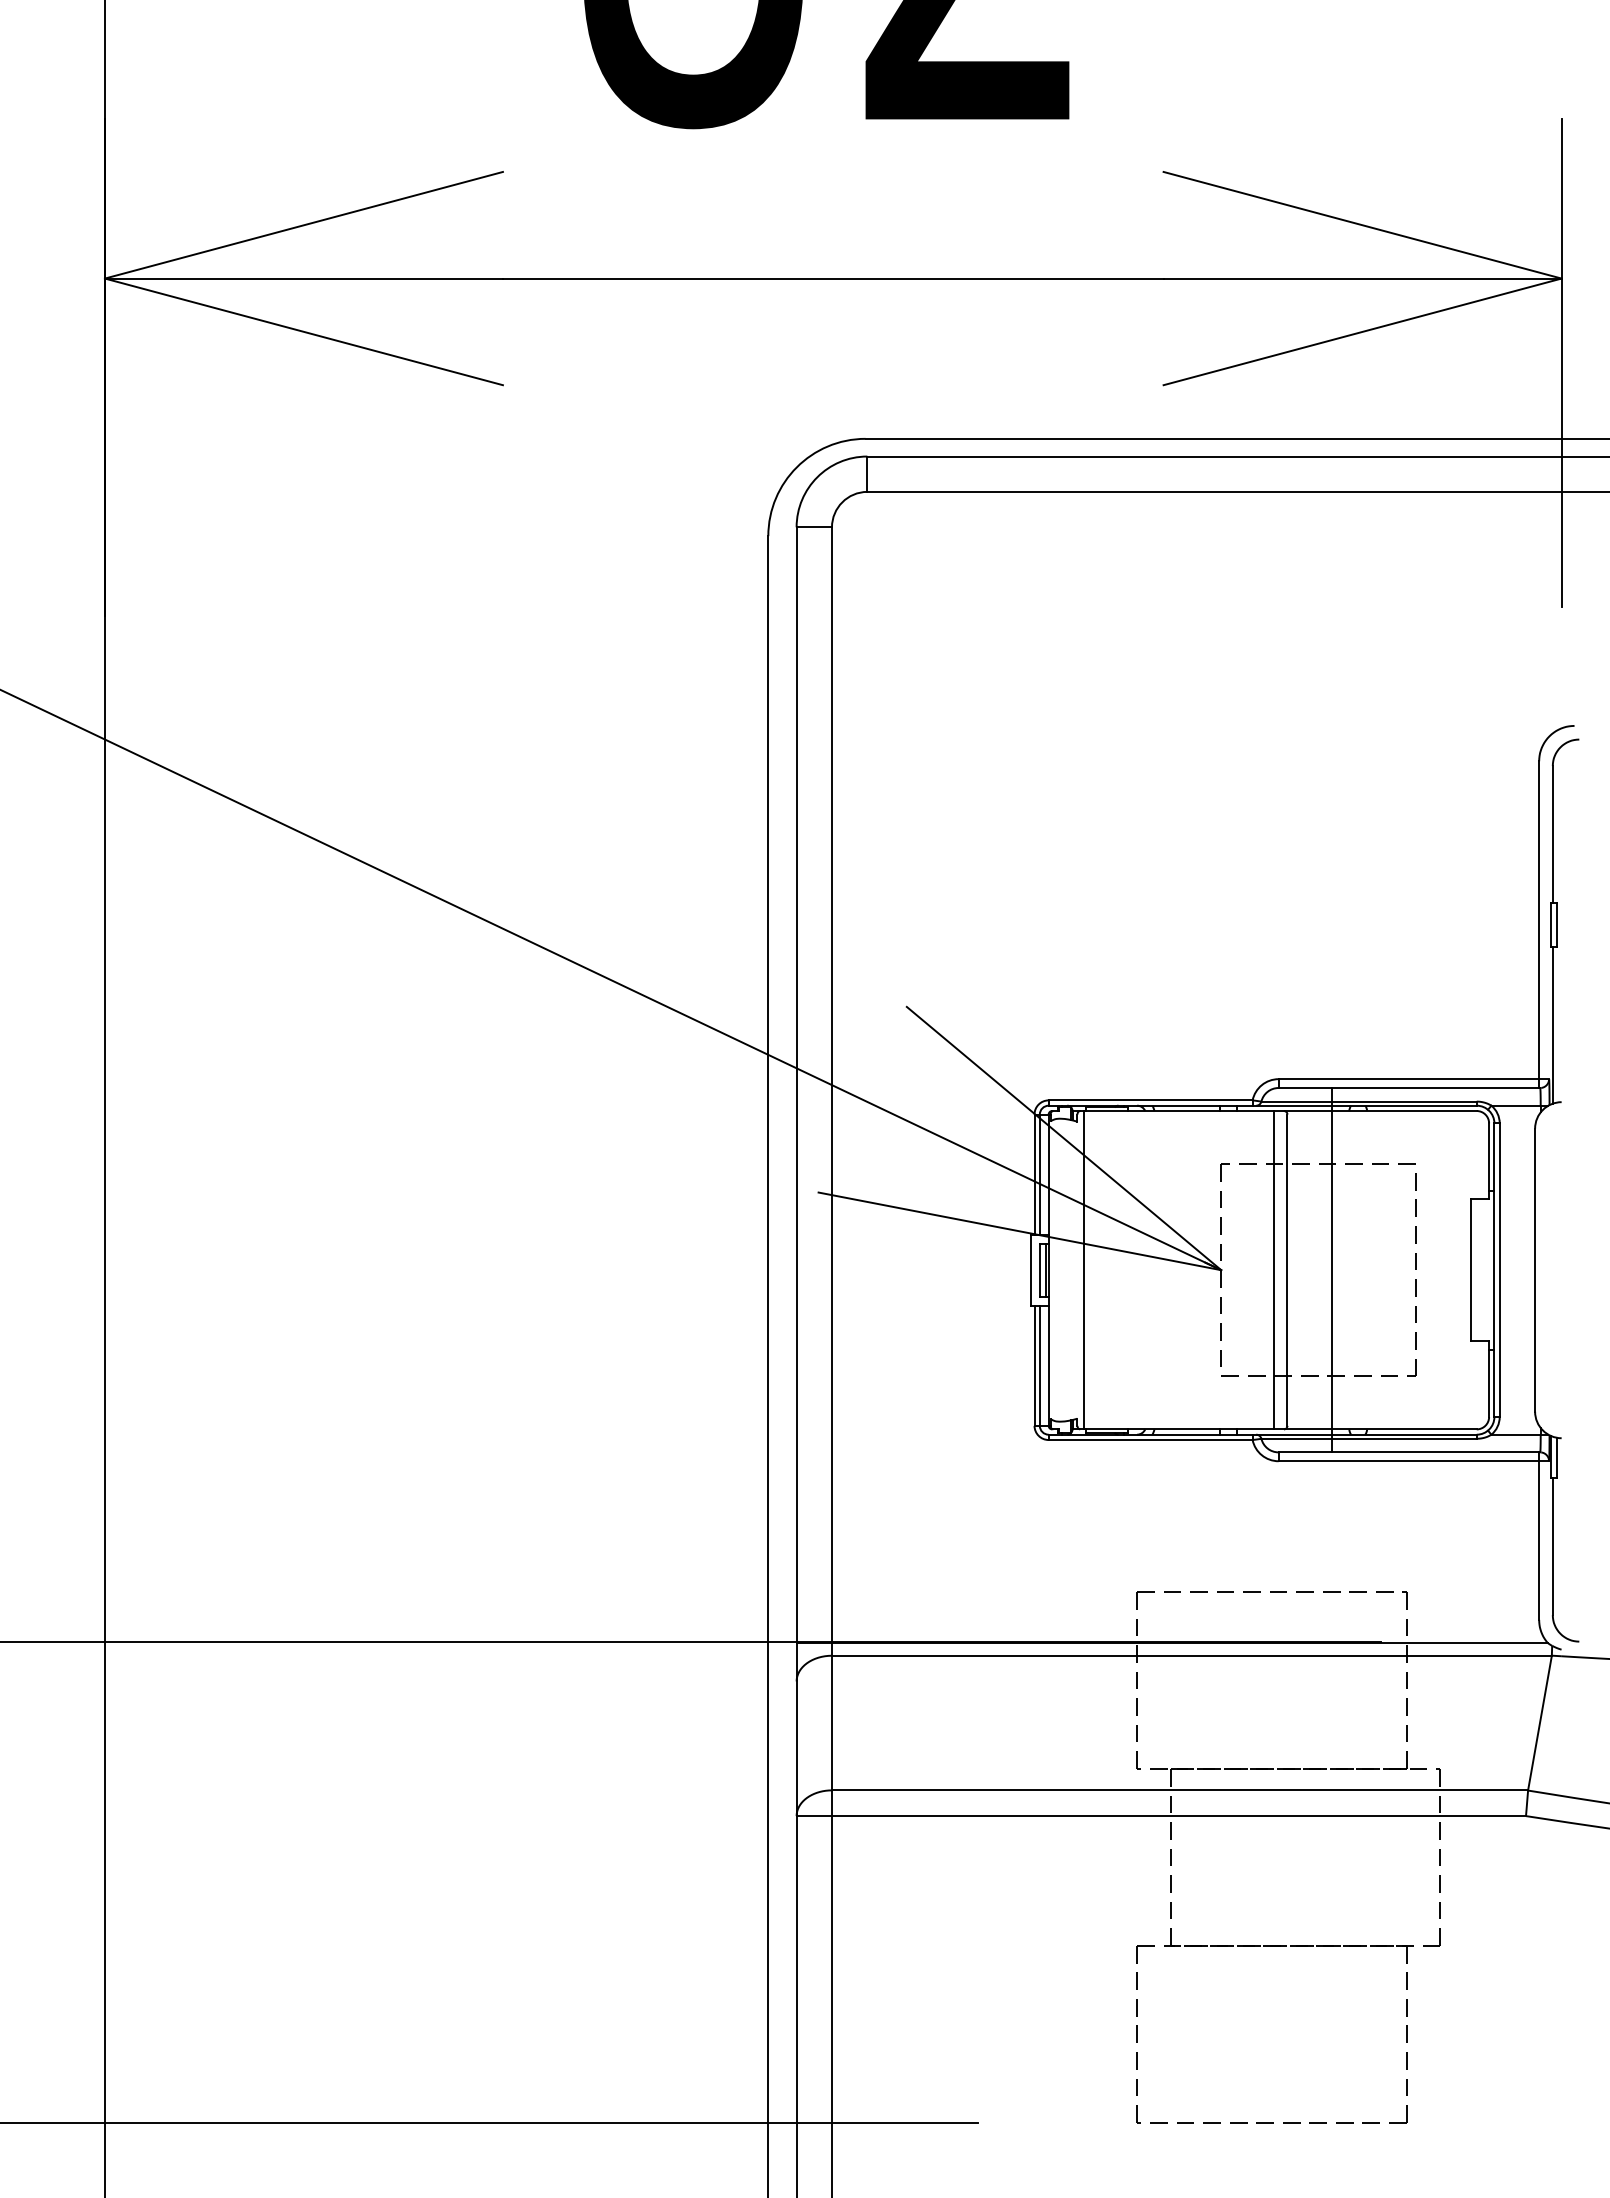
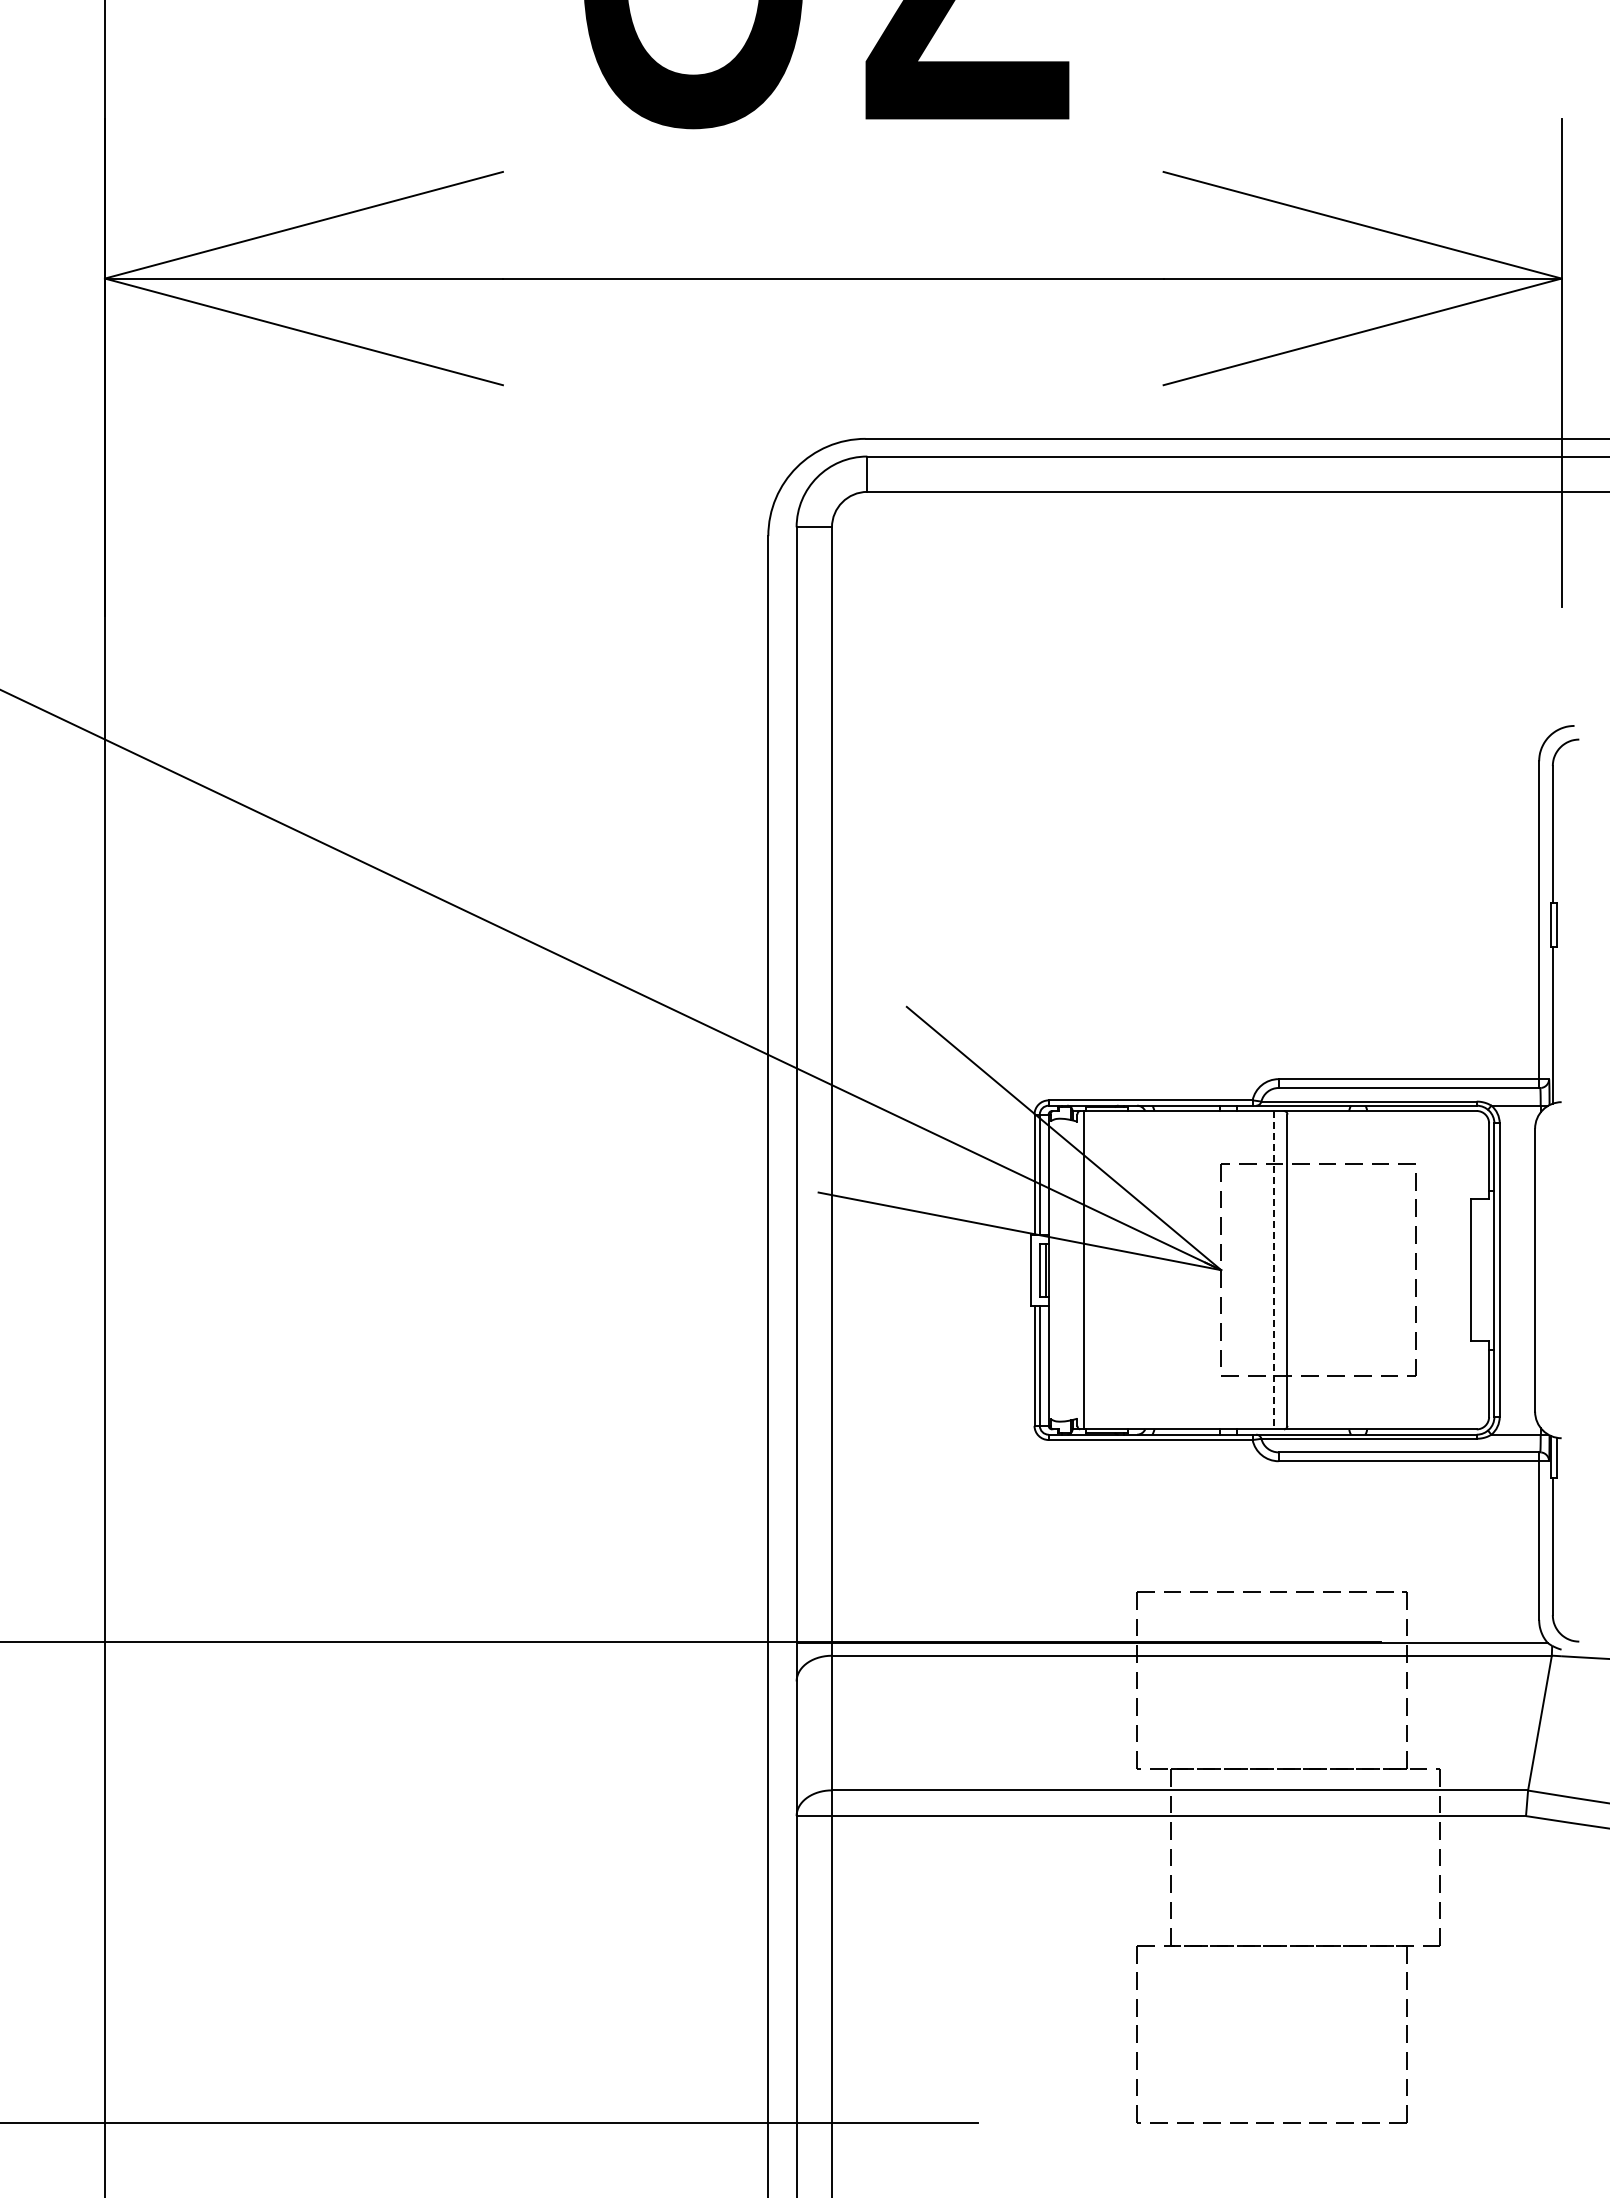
line at (1274, 1270): solid -> dashed
line at (1331, 1270): present -> none
